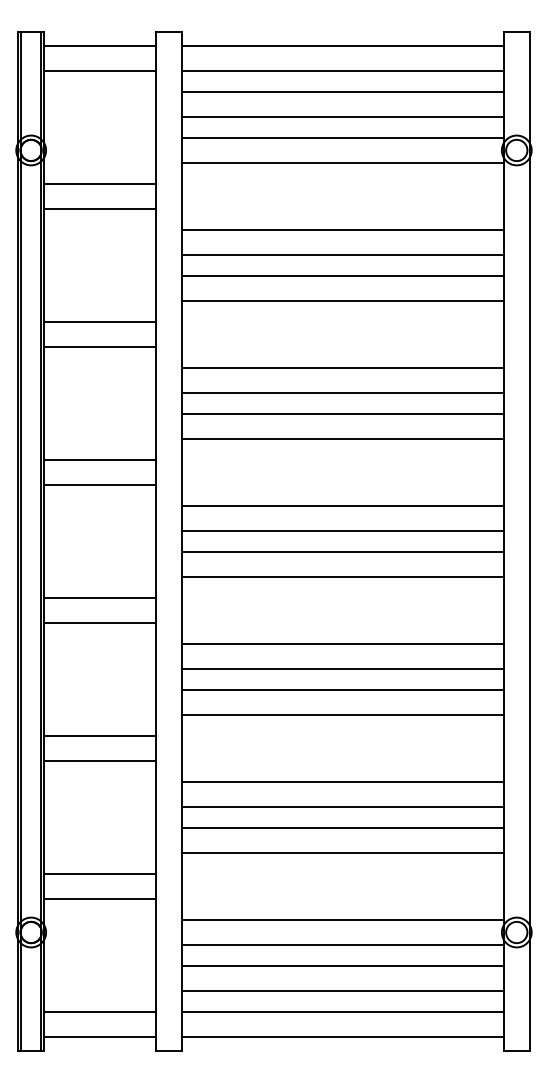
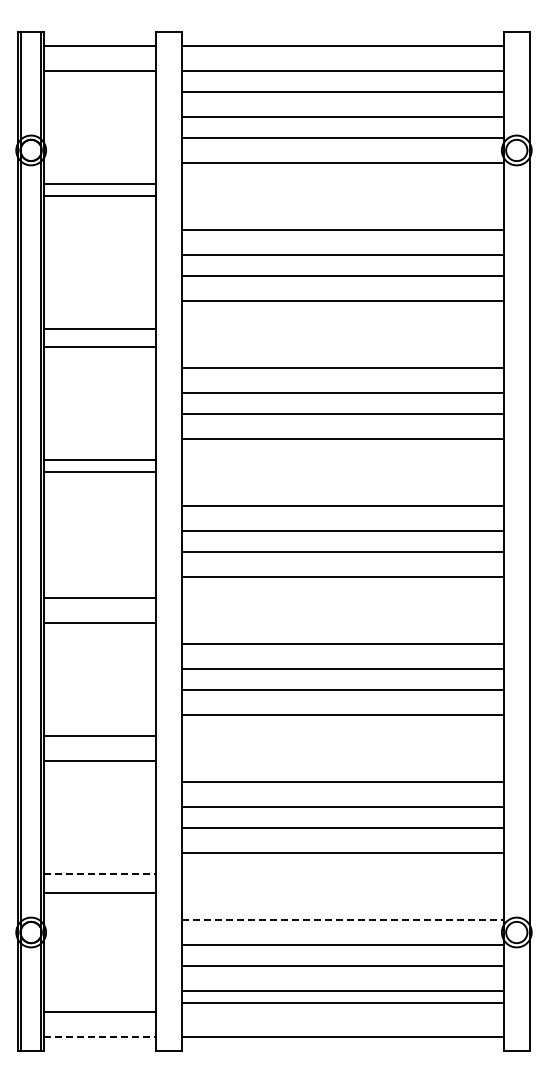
line at (99, 209) position: (99, 209) -> (99, 196)
line at (99, 321) position: (99, 321) -> (99, 328)
line at (99, 485) position: (99, 485) -> (99, 472)
line at (100, 873): solid -> dashed
line at (99, 899) position: (99, 899) -> (99, 893)
line at (343, 919): solid -> dashed
line at (342, 1011) position: (342, 1011) -> (342, 1002)
line at (100, 1037): solid -> dashed
